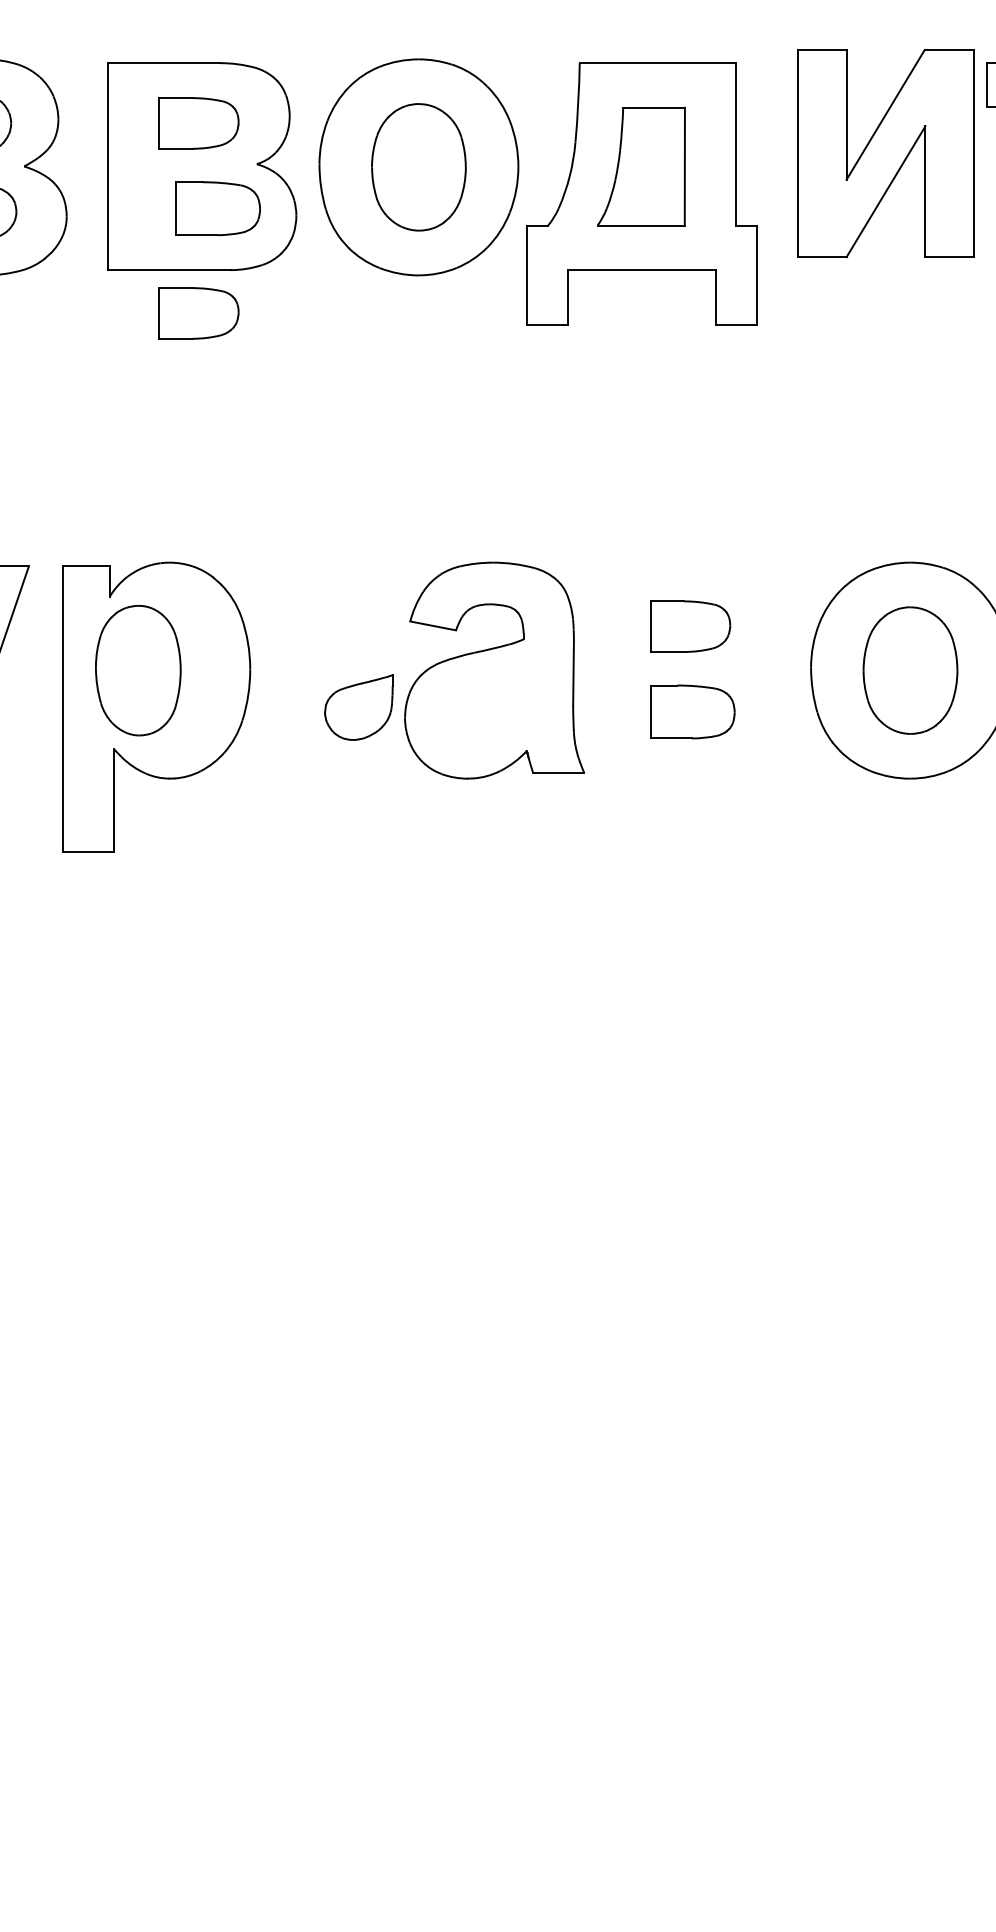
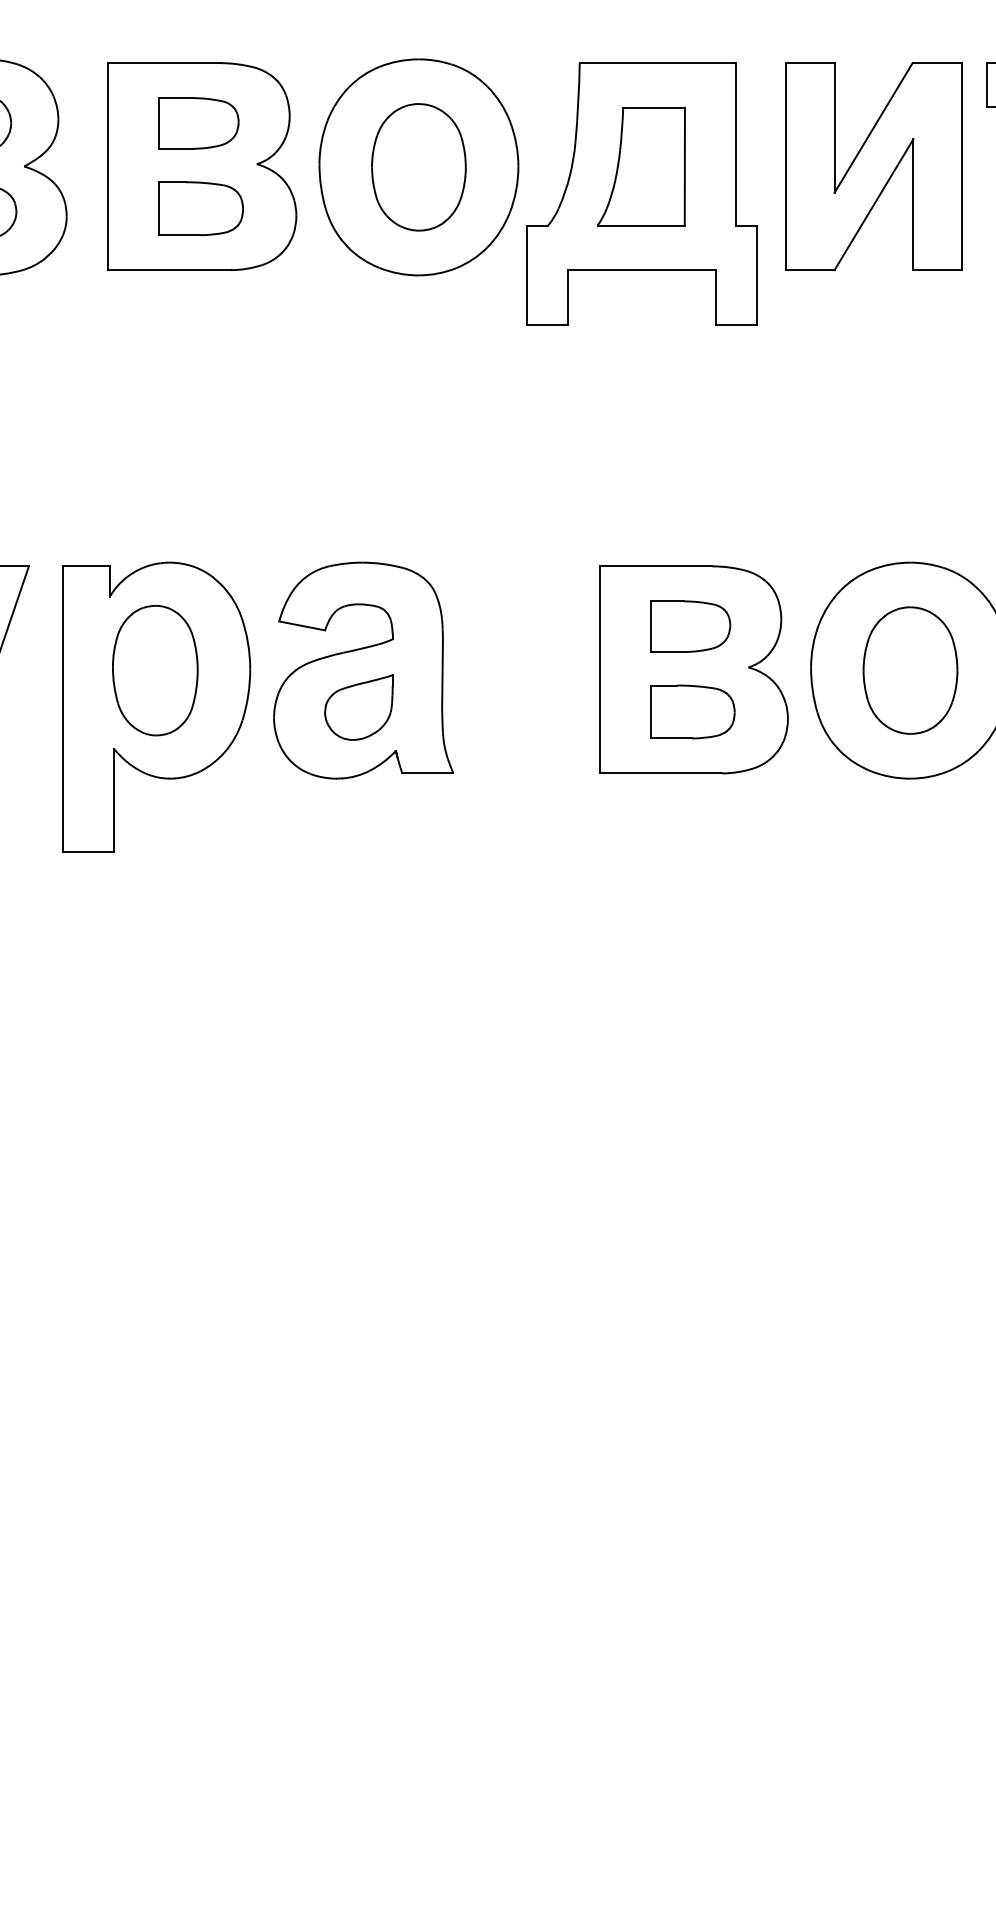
part at (885, 153) position: (885, 153) -> (873, 166)
part at (217, 208) position: (217, 208) -> (200, 208)
part at (198, 313): present -> none
part at (693, 669): none -> present
part at (138, 670) position: (138, 670) -> (155, 670)
part at (494, 670) position: (494, 670) -> (363, 670)
